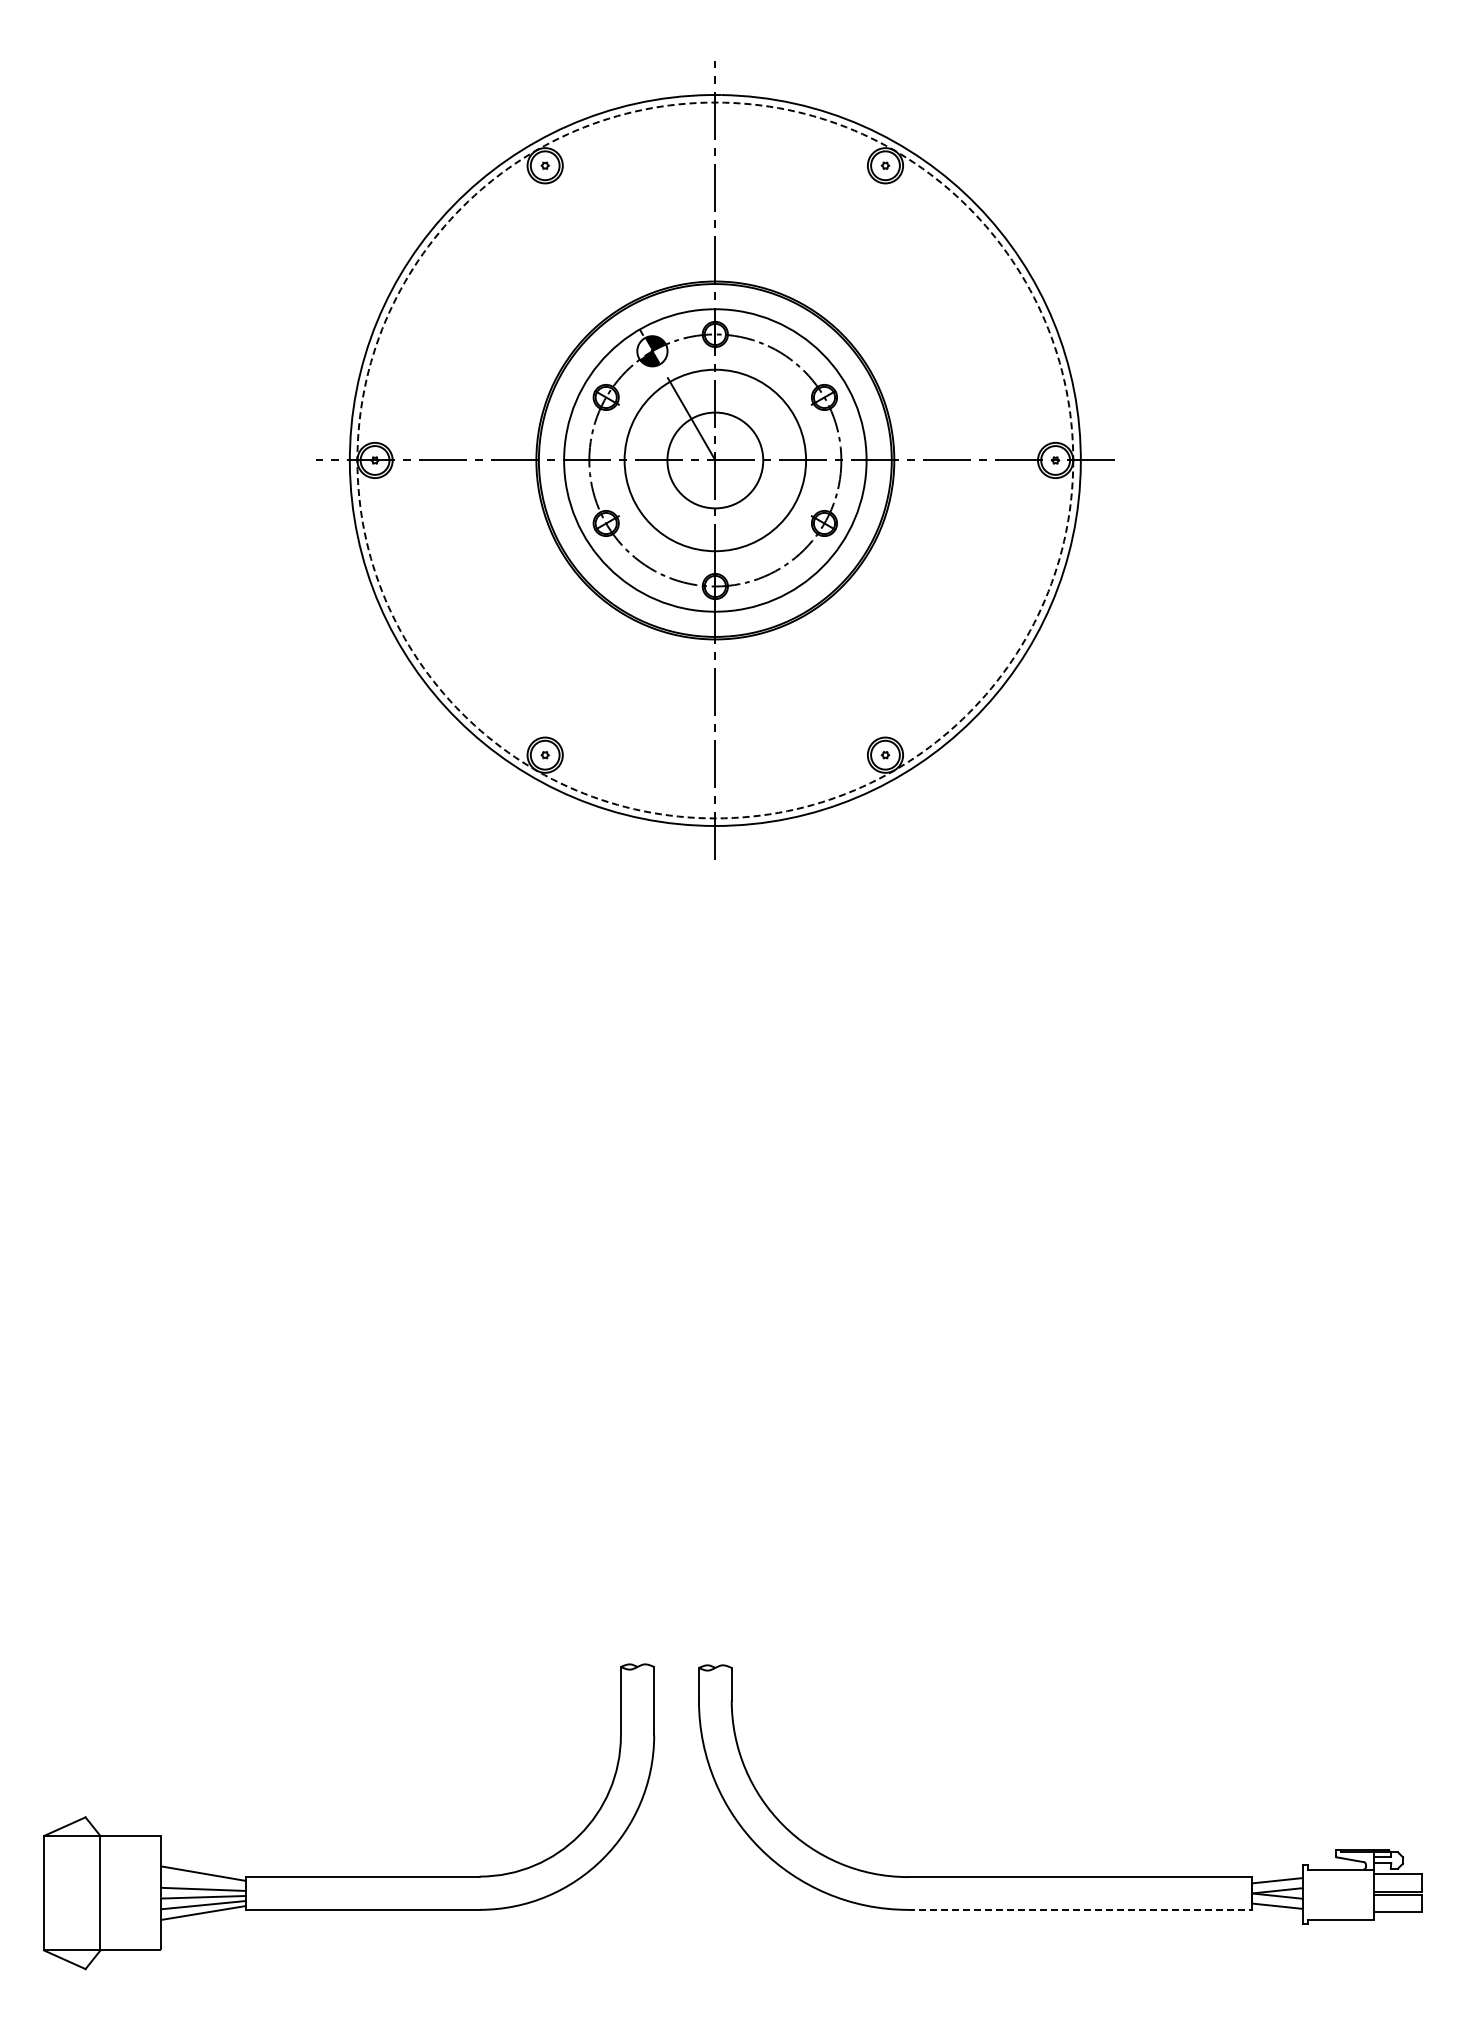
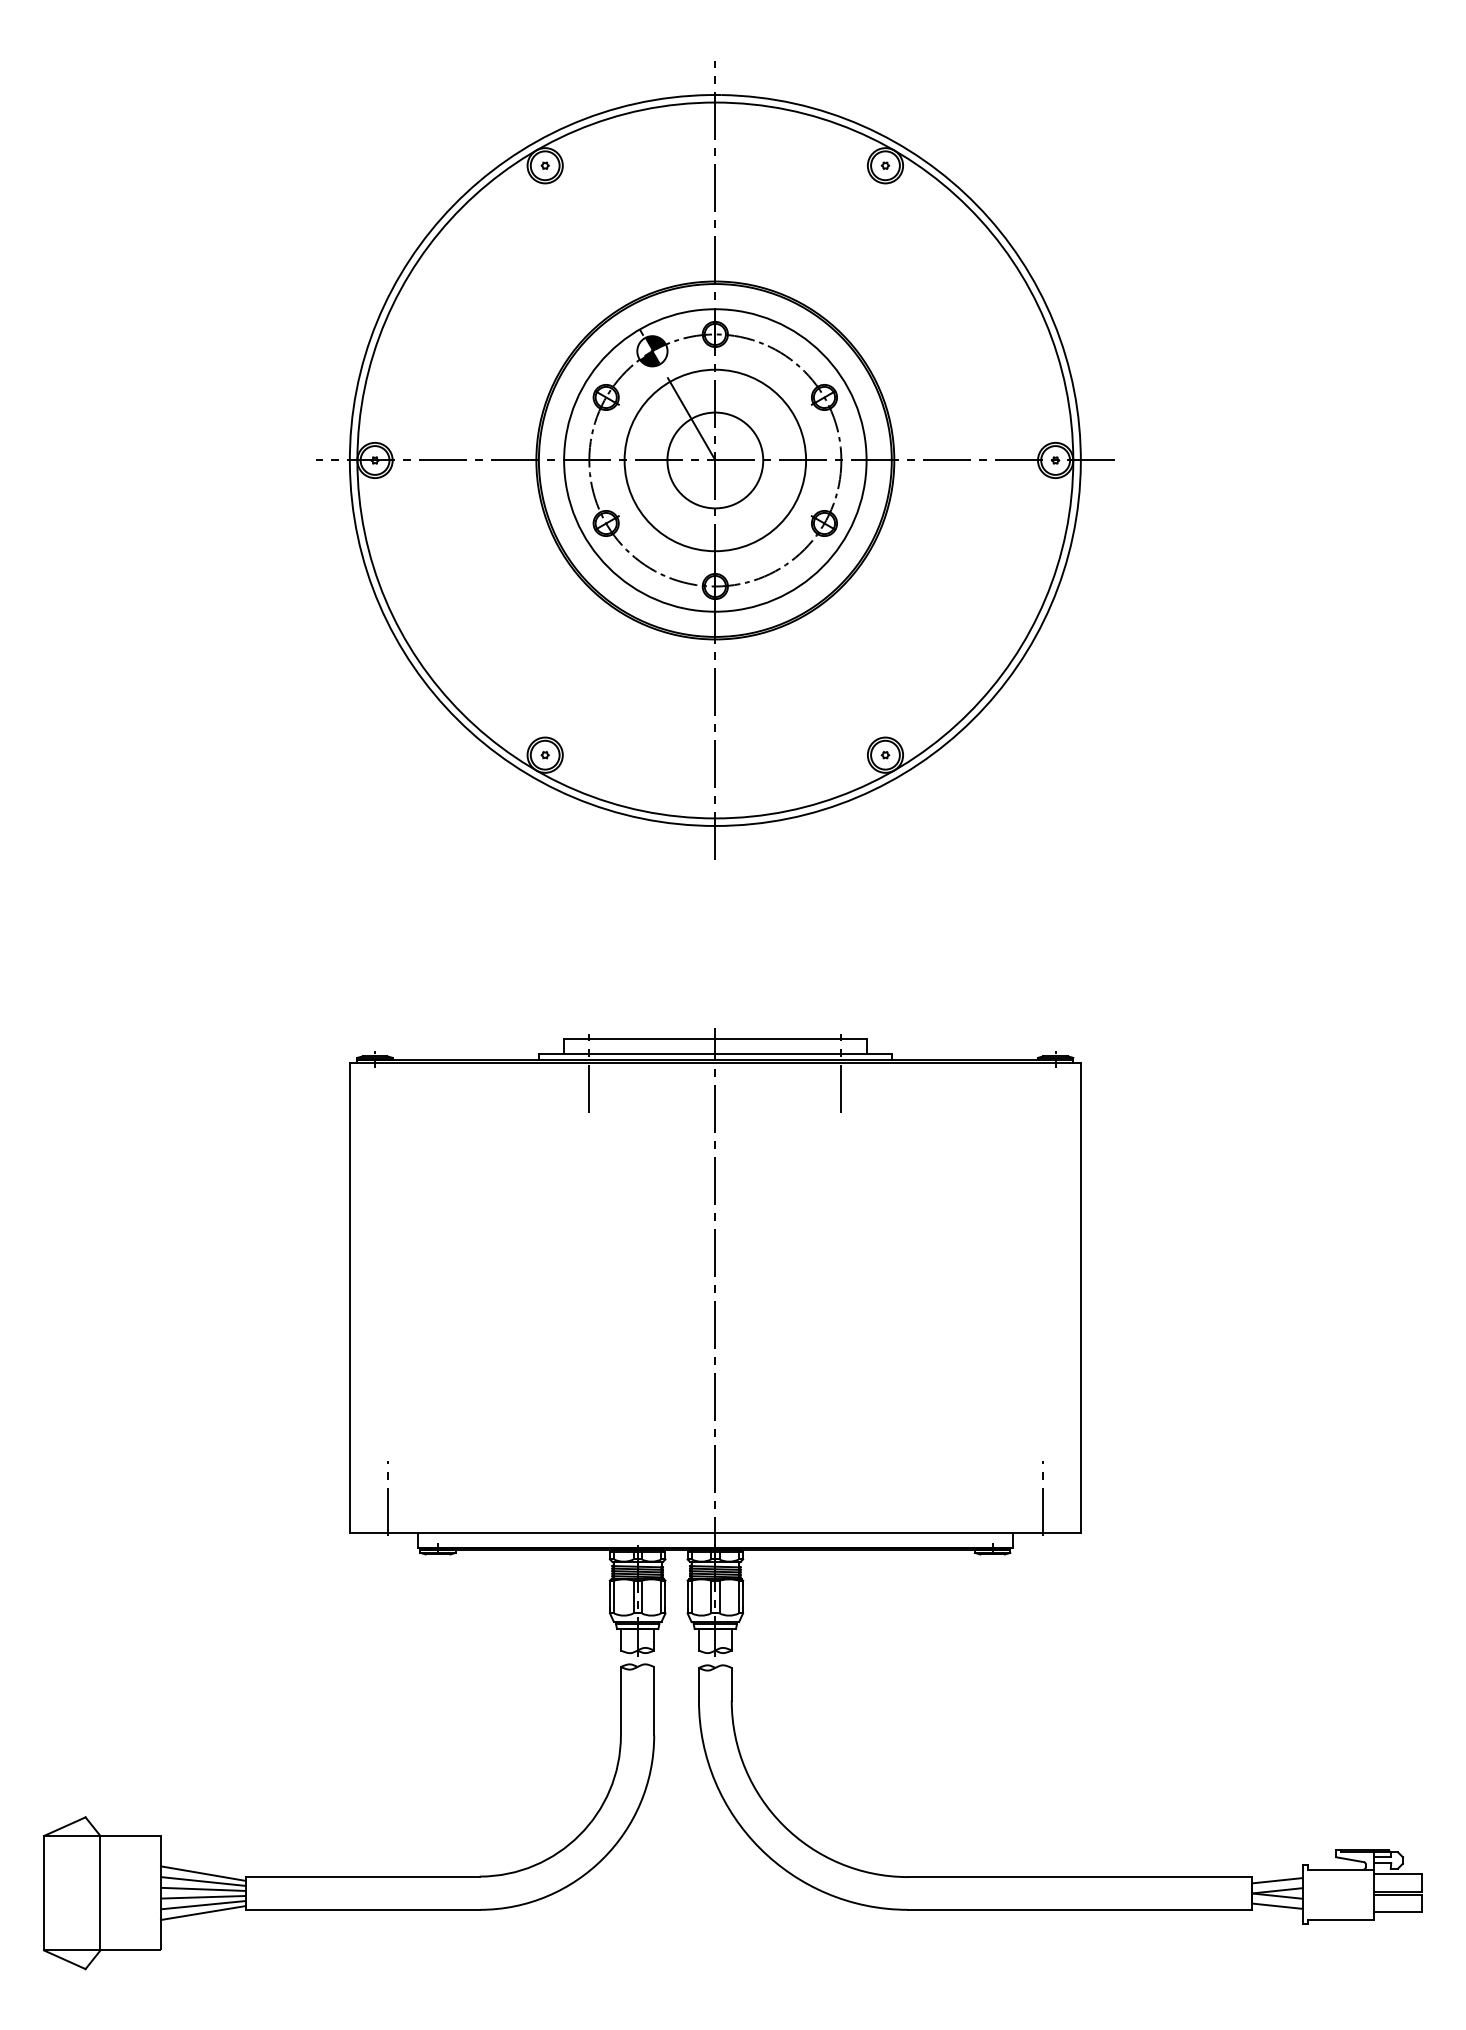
circle at (715, 460): dashed -> solid
part at (715, 1342): none -> present
line at (202, 1881): none -> present
line at (1080, 1909): dashed -> solid
